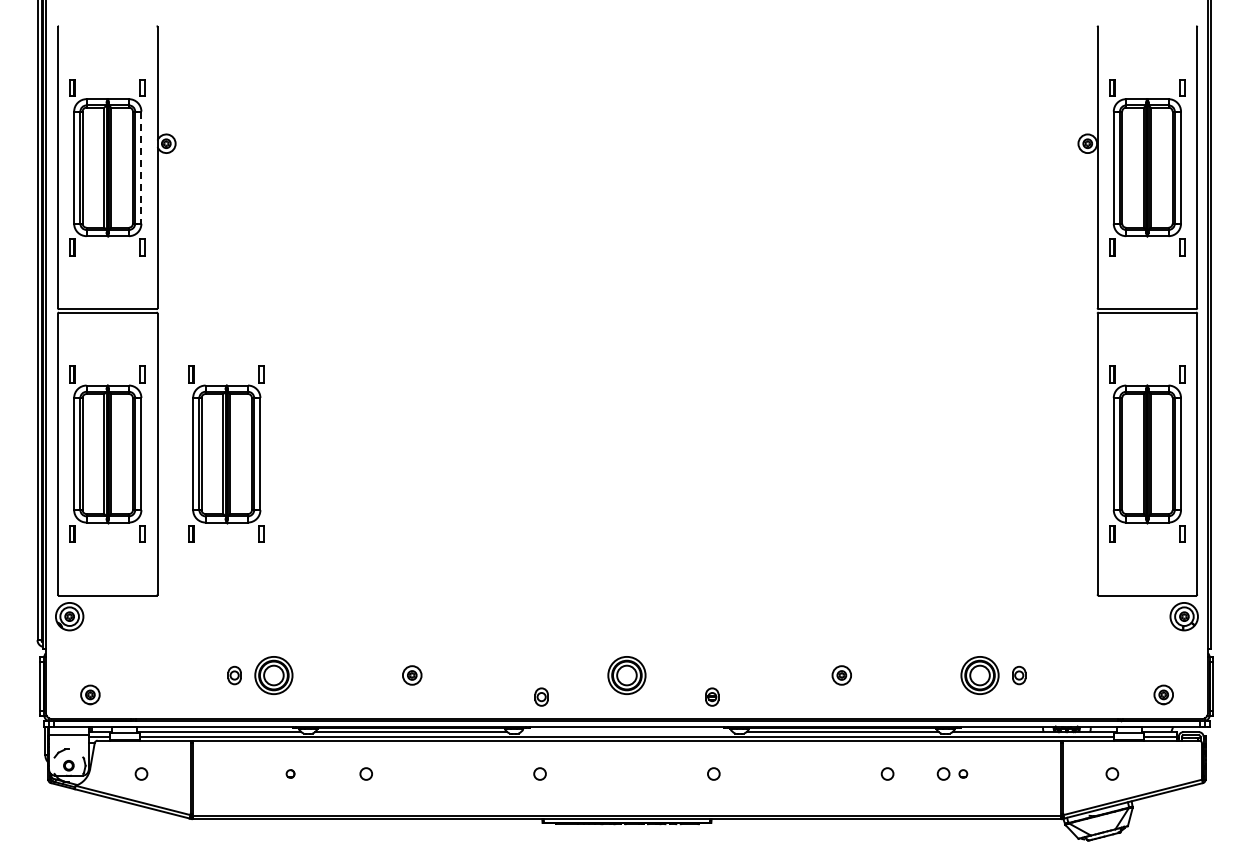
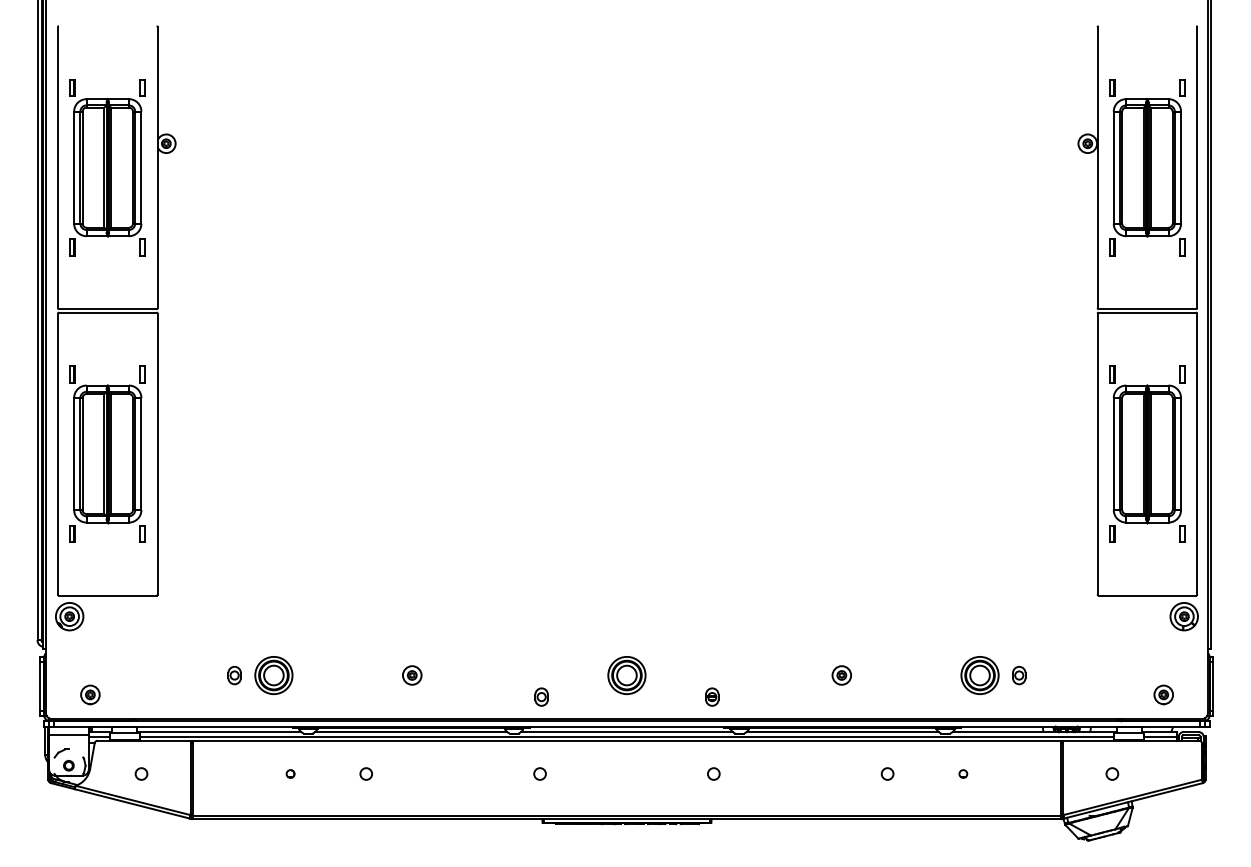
line at (141, 168): dashed -> solid
part at (226, 453): present -> none
line at (626, 732): none -> present
circle at (943, 773): present -> none
